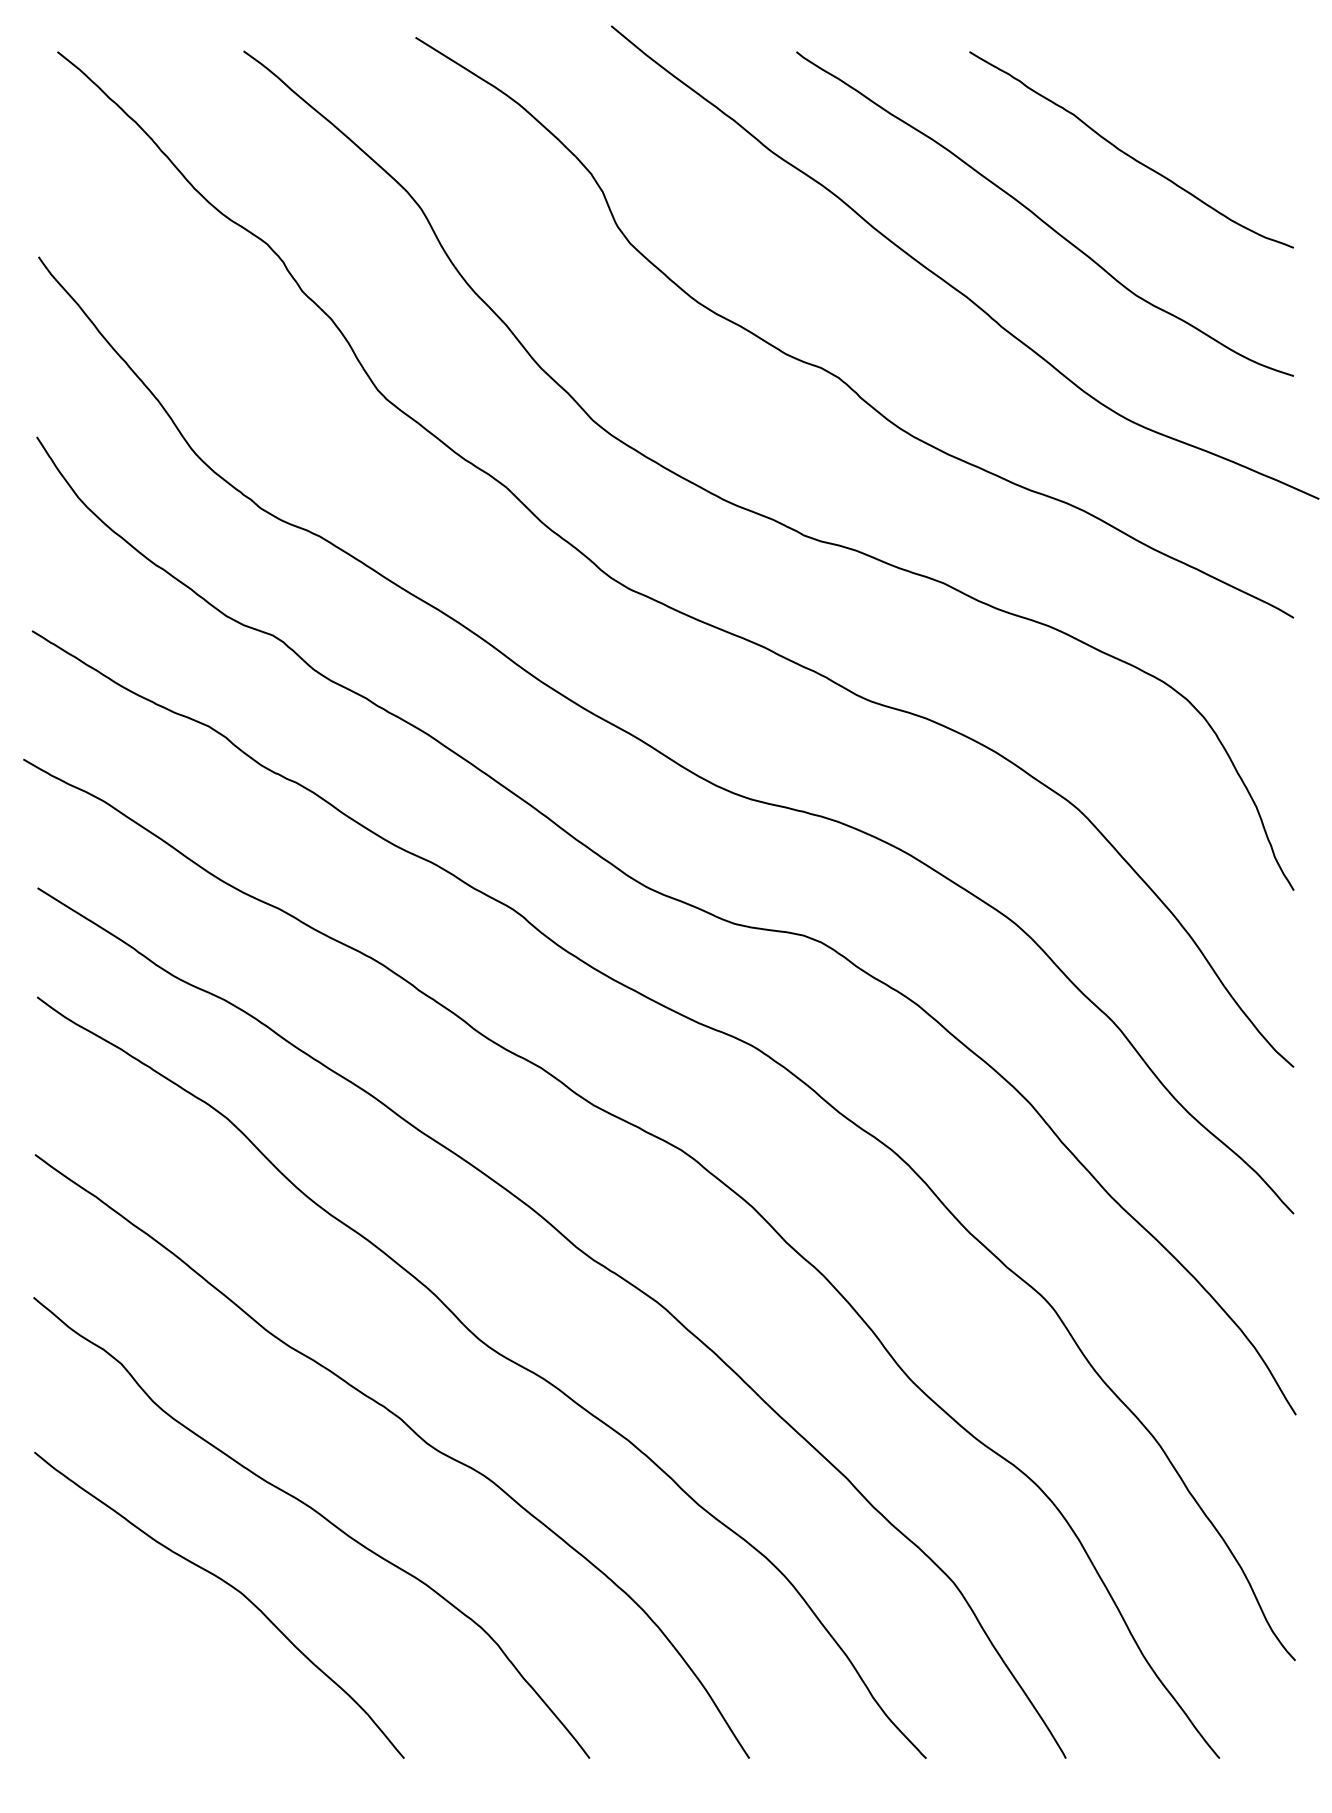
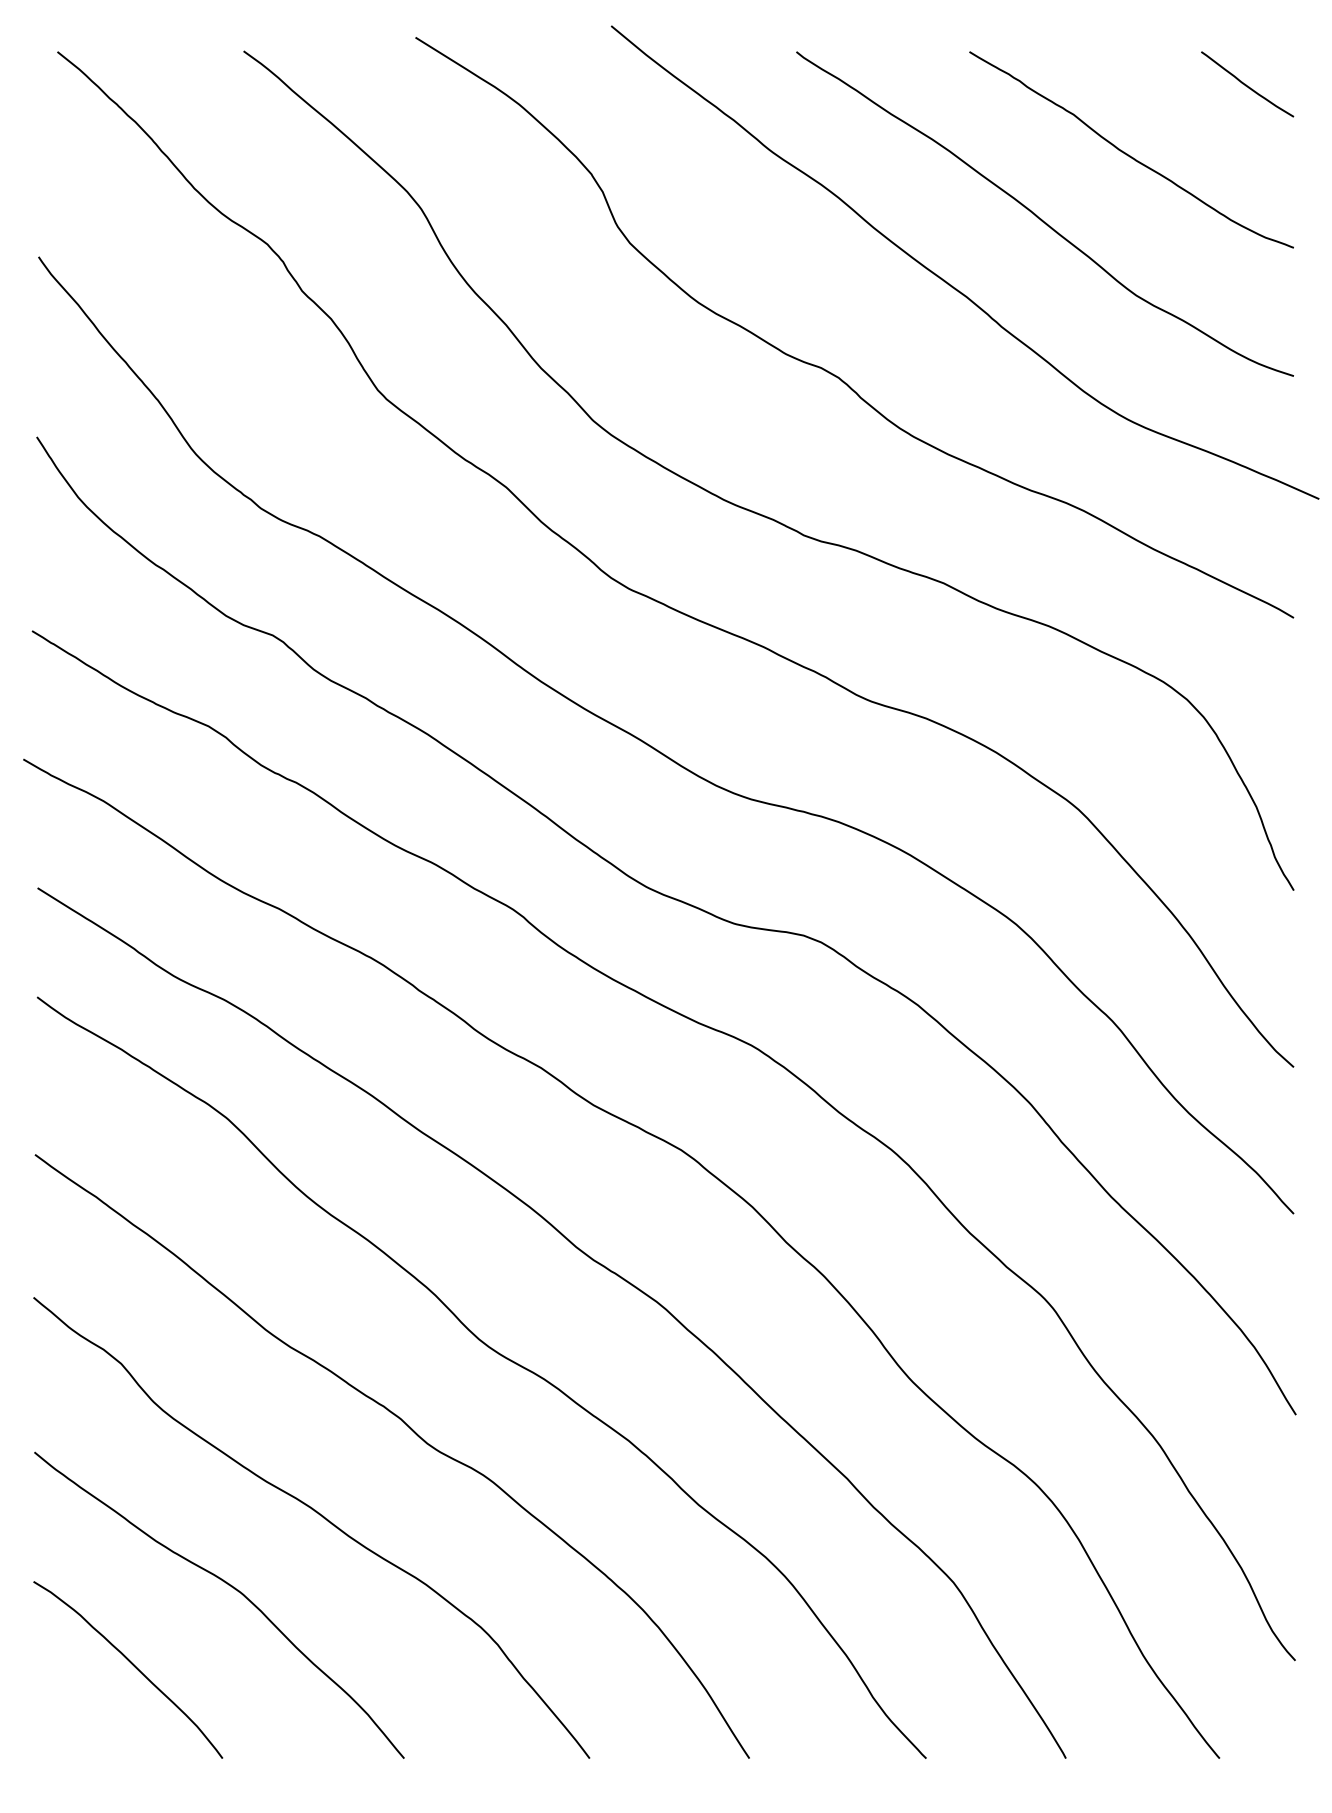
curve at (1246, 84): none -> present
curve at (132, 1665): none -> present
